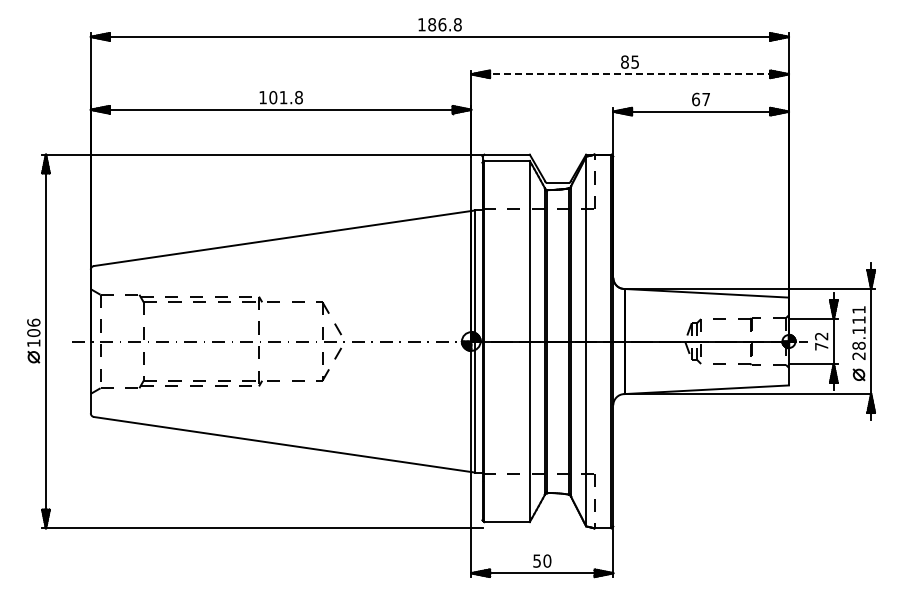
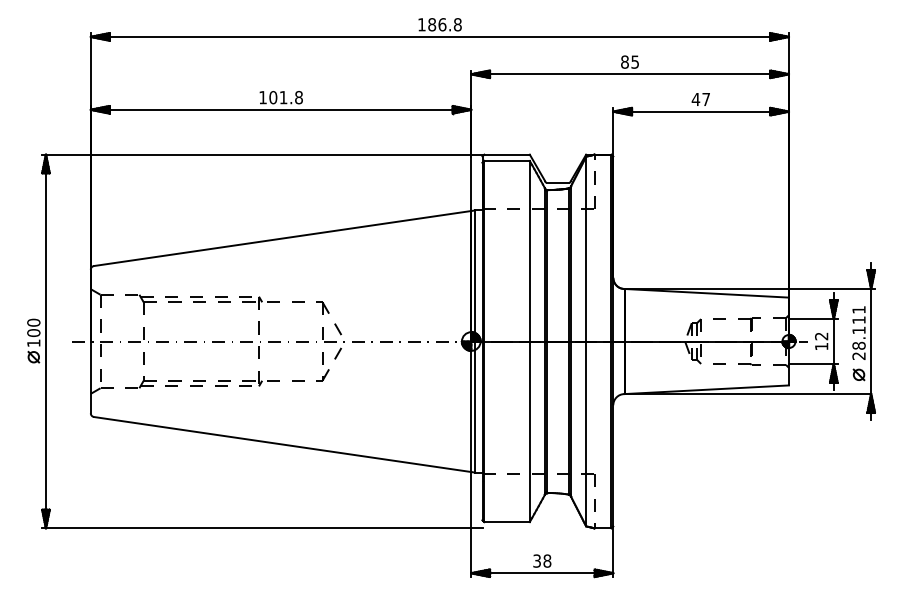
line at (630, 74): dashed -> solid
text at (695, 99): 67 -> 47
text at (33, 322): 106 -> 100
text at (821, 346): 72 -> 12
text at (542, 560): 50 -> 38
